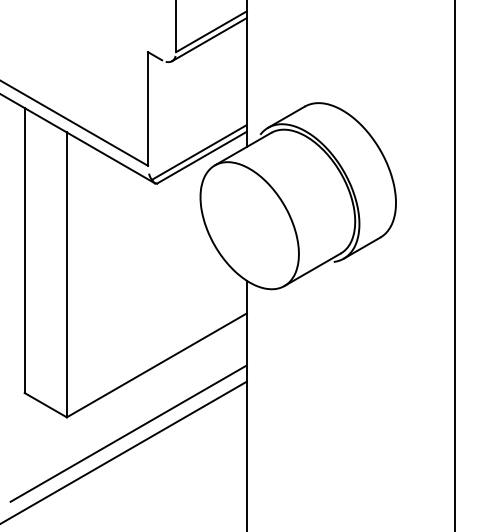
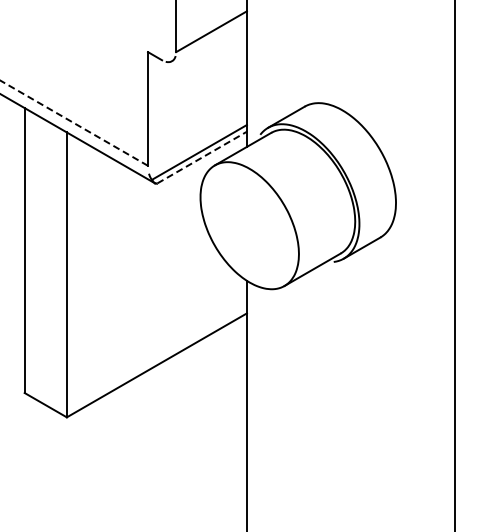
line at (209, 39): present -> none
line at (73, 122): solid -> dashed
line at (202, 157): solid -> dashed
line at (128, 433): present -> none
line at (124, 451): present -> none
